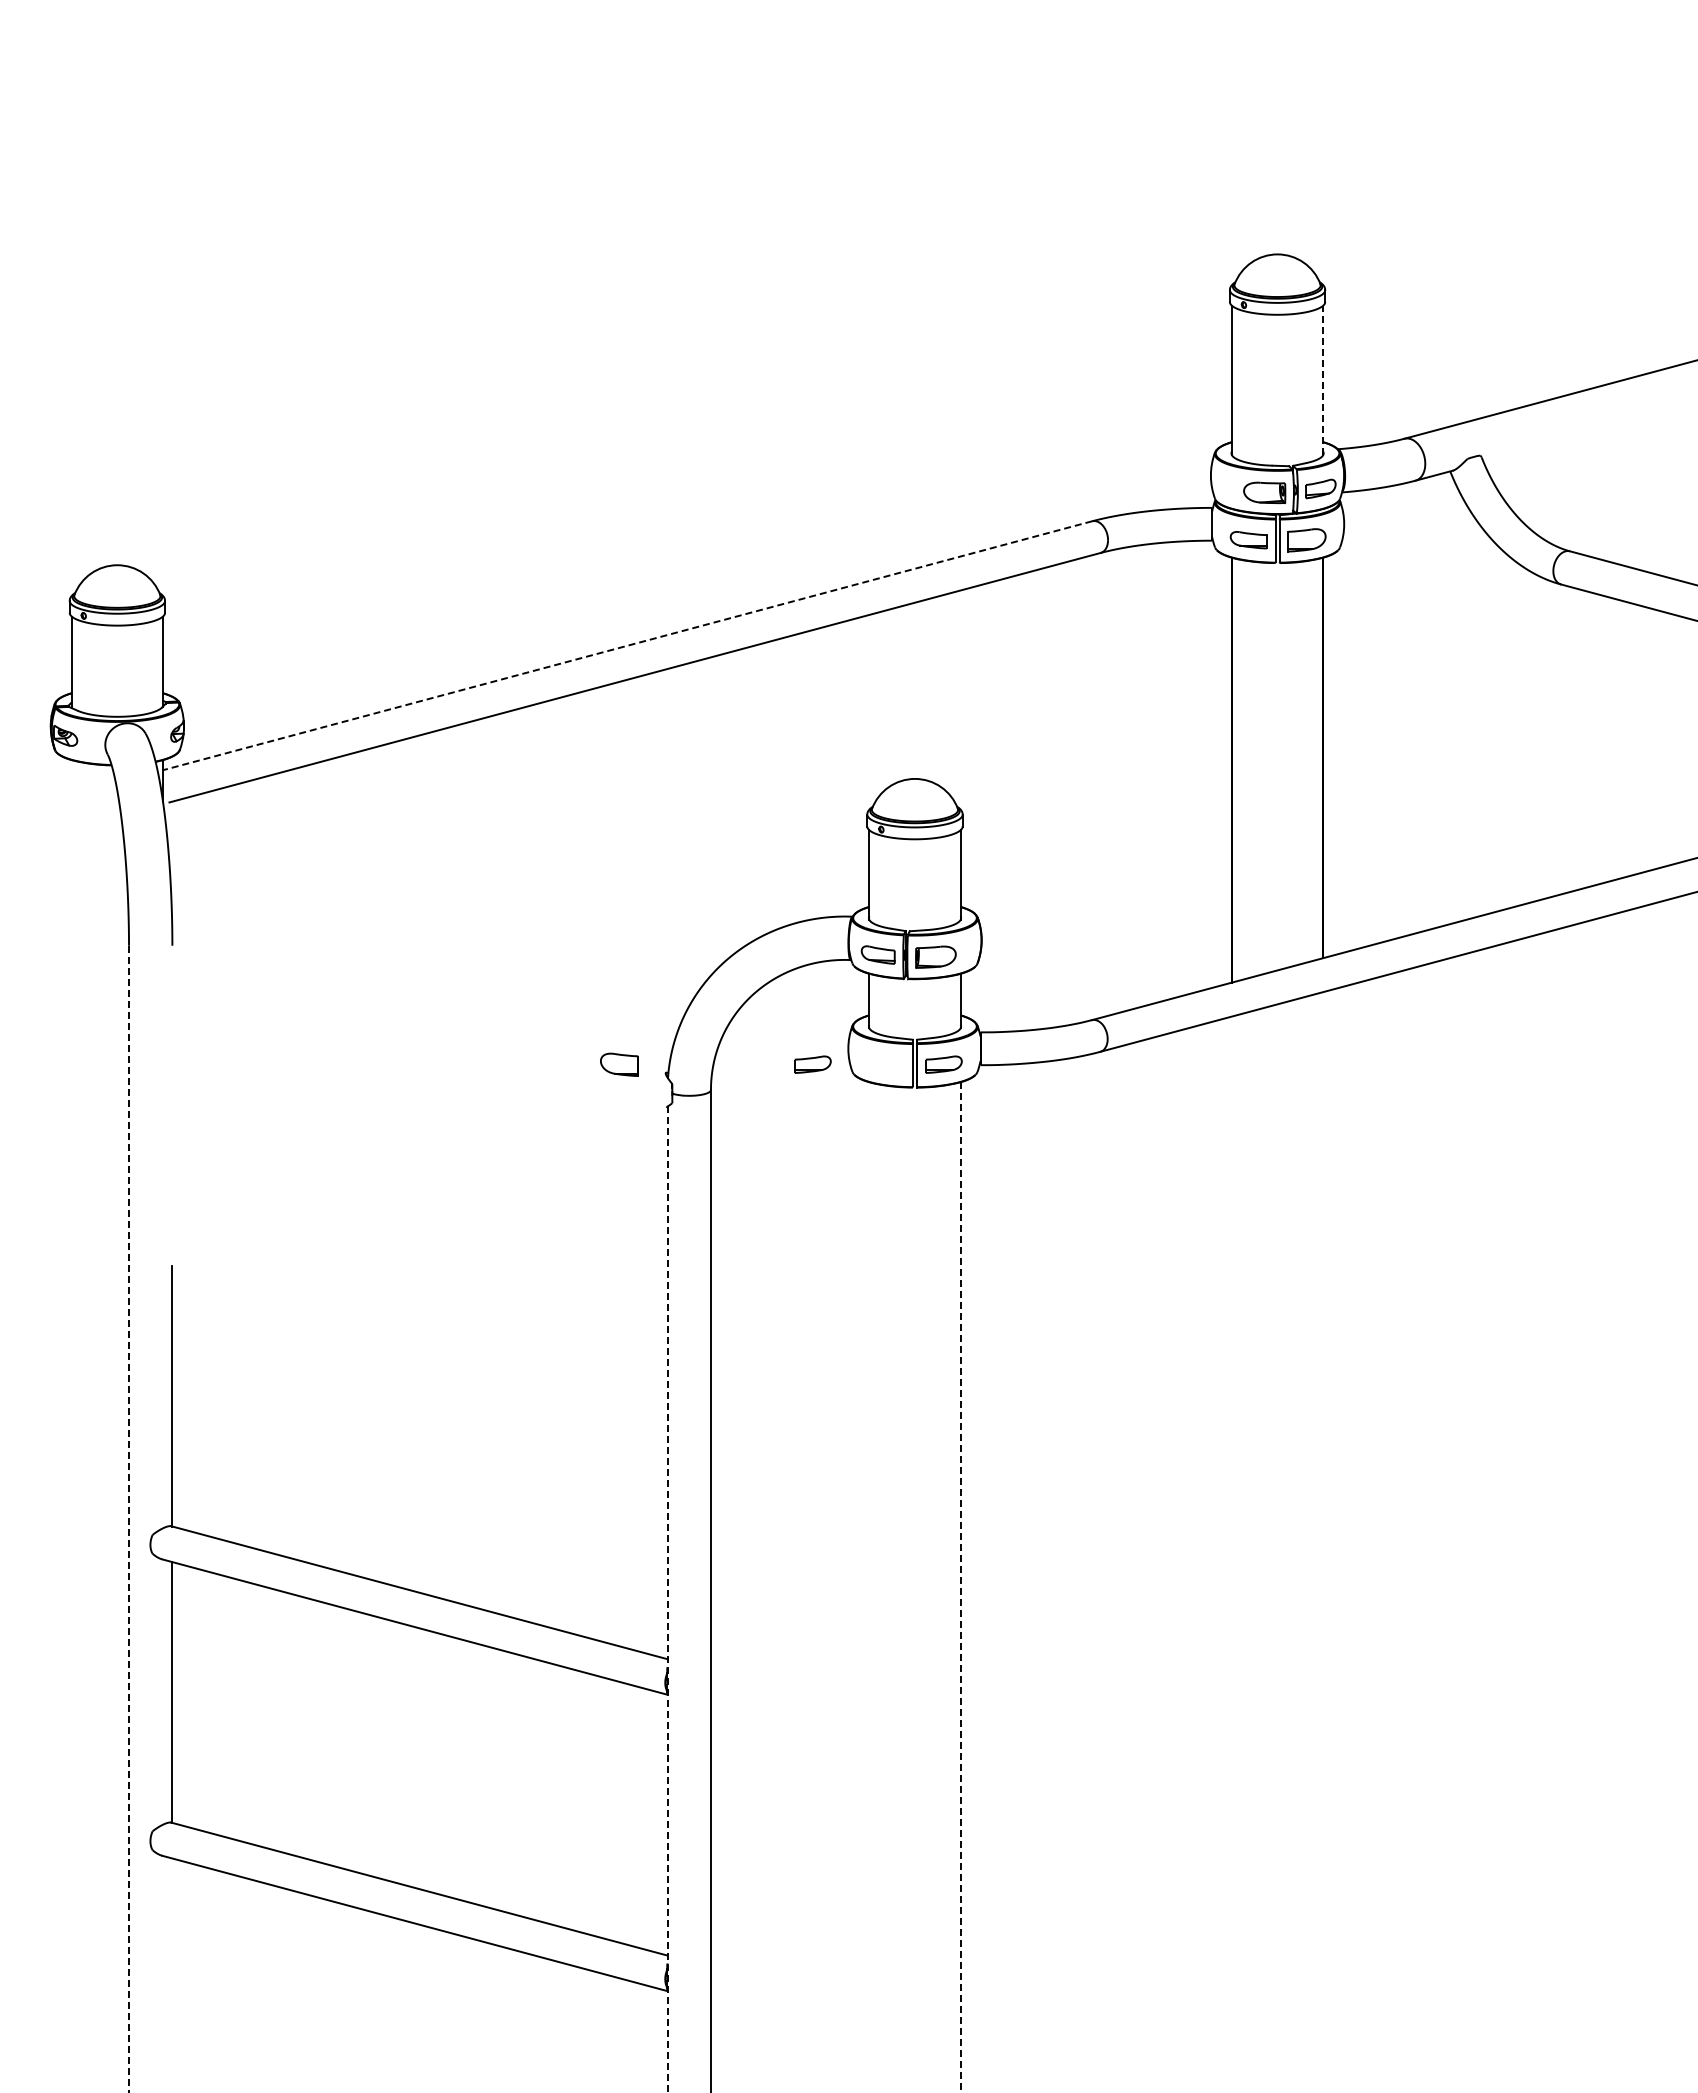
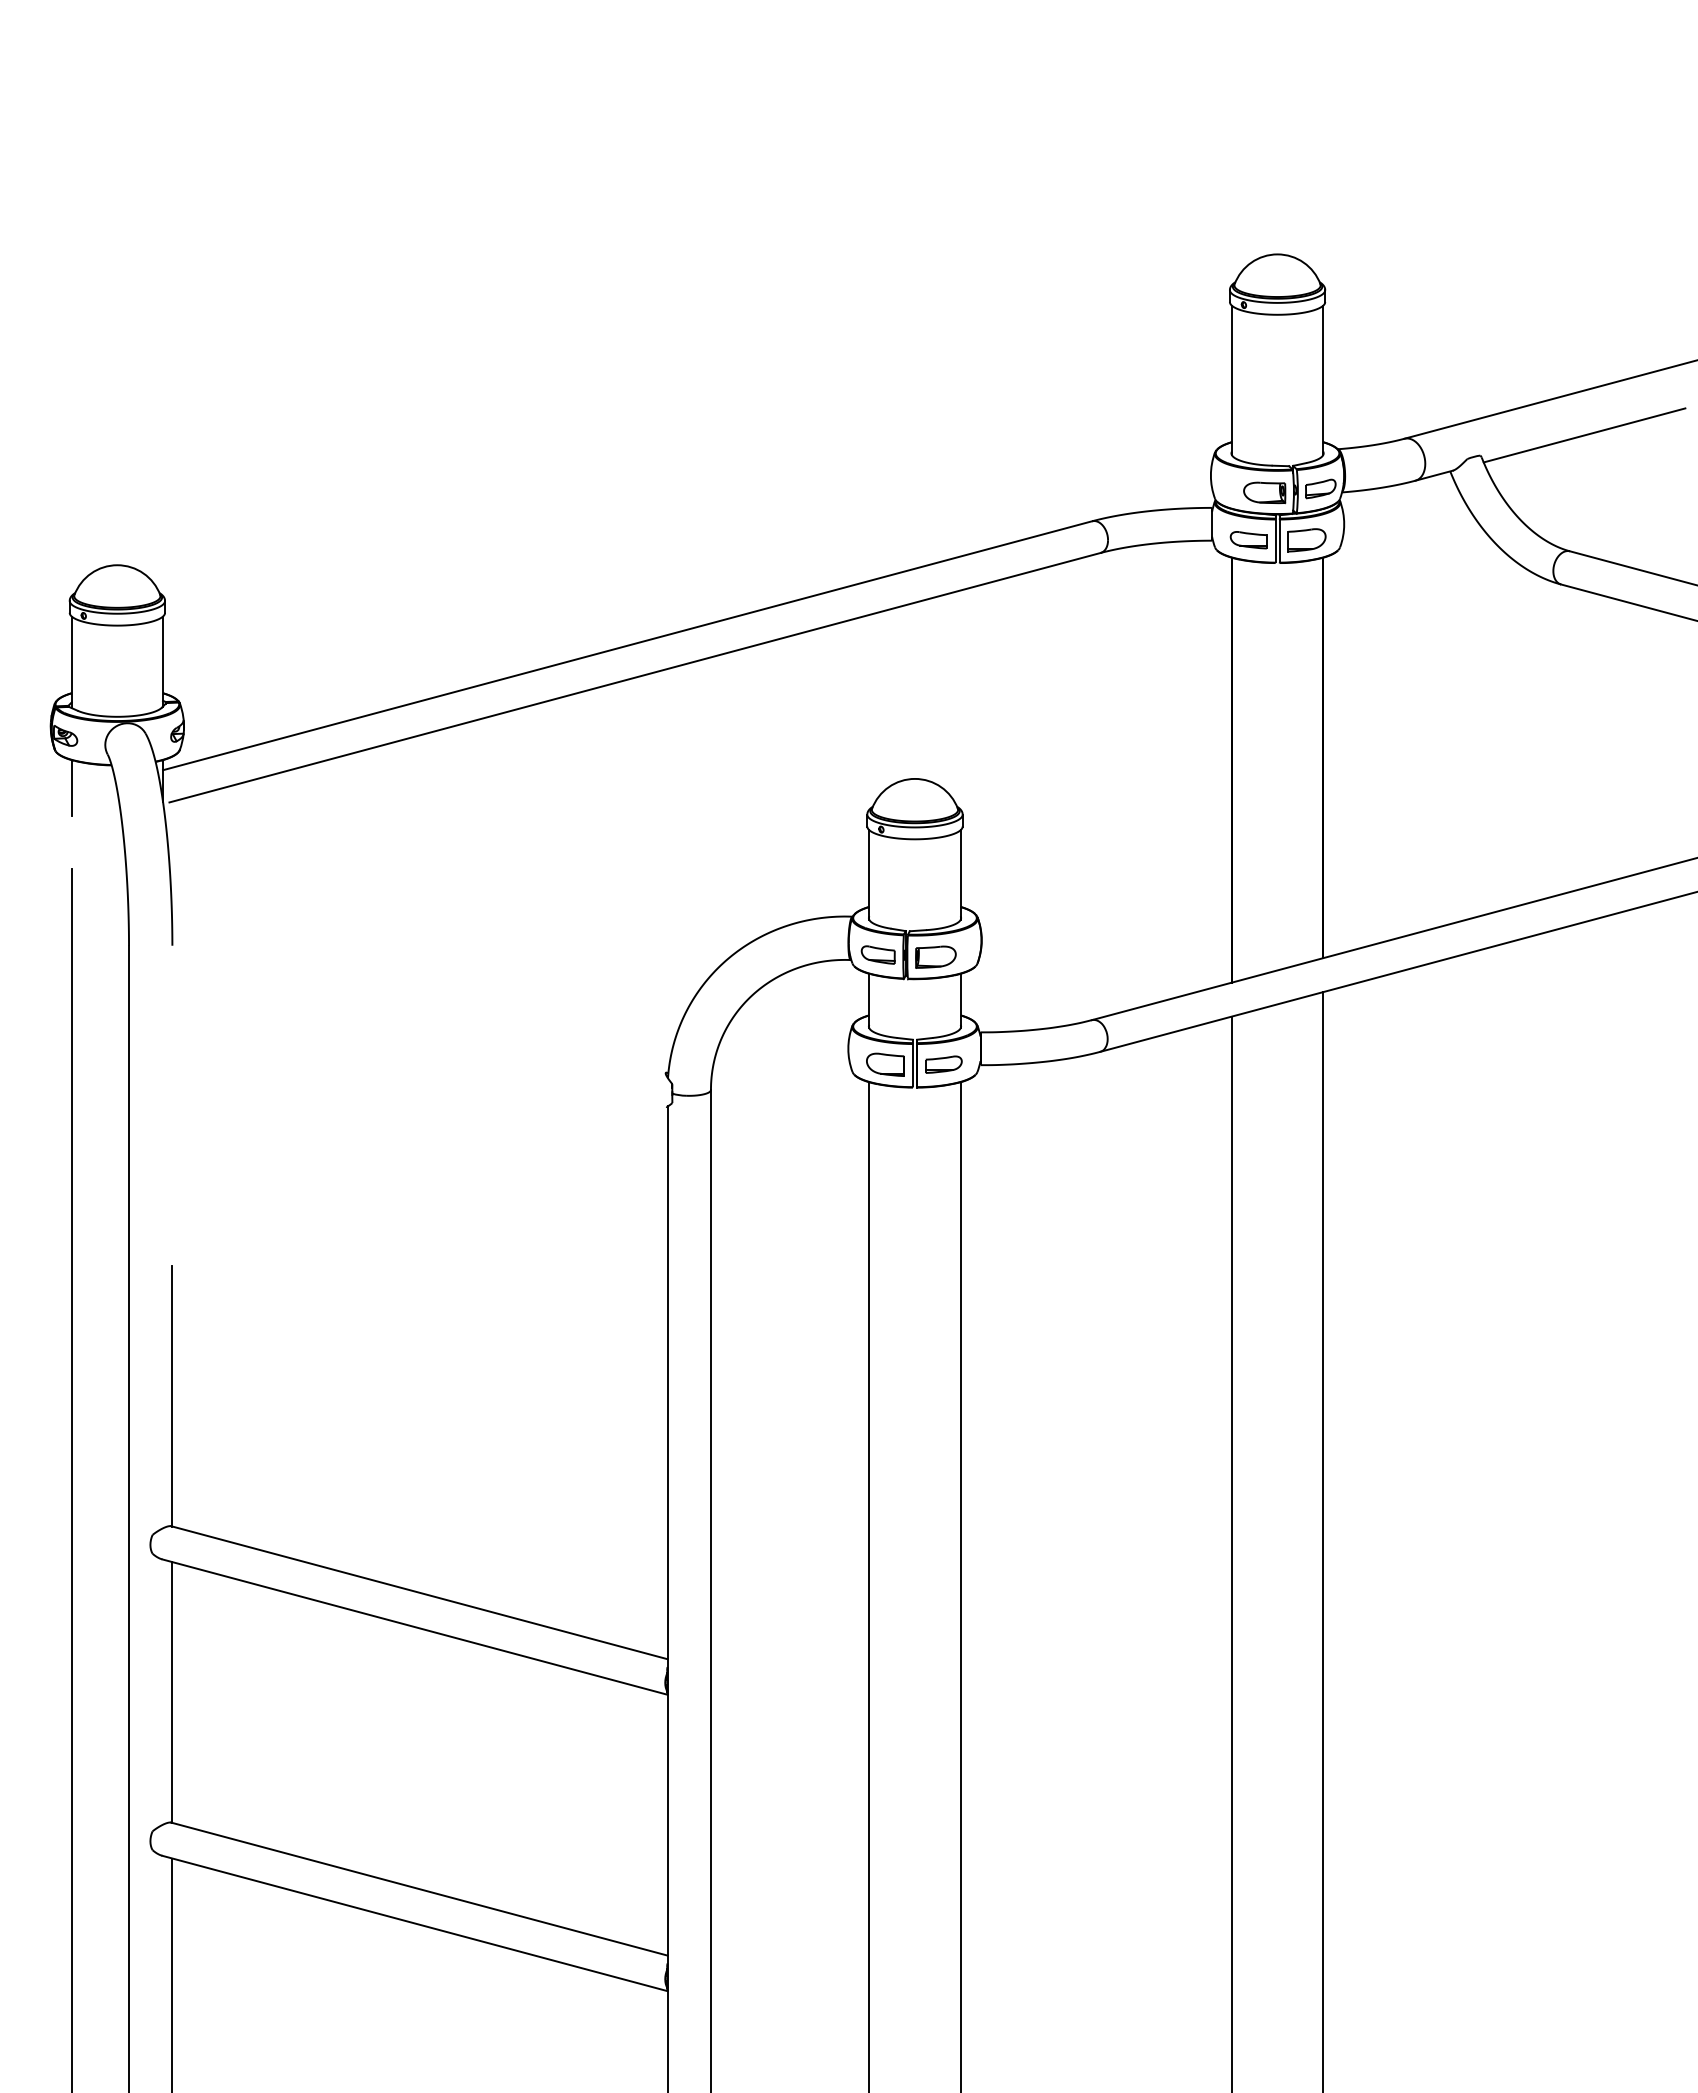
line at (1323, 380): dashed -> solid
line at (1584, 435): none -> present
line at (627, 645): dashed -> solid
line at (71, 787): none -> present
part at (619, 1064) position: (619, 1064) -> (885, 1064)
part at (812, 1064): present -> none
line at (71, 1478): none -> present
line at (129, 1519): dashed -> solid
line at (1323, 1540): none -> present
line at (1231, 1552): none -> present
line at (869, 1585): none -> present
line at (960, 1586): dashed -> solid
line at (667, 1599): dashed -> solid
line at (172, 1973): none -> present
